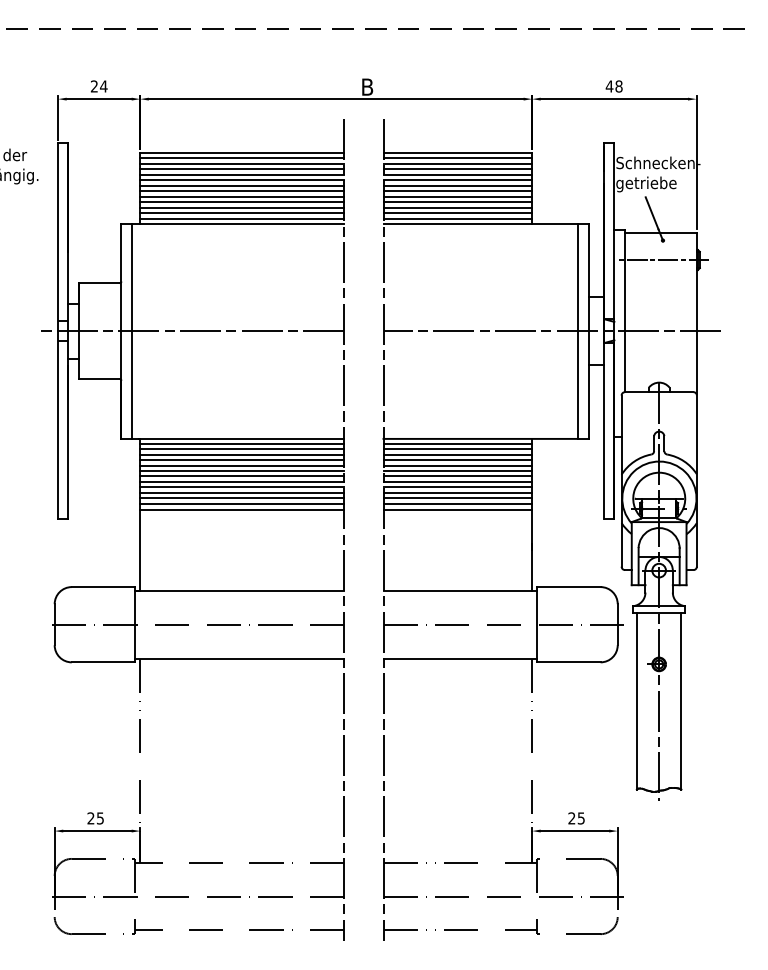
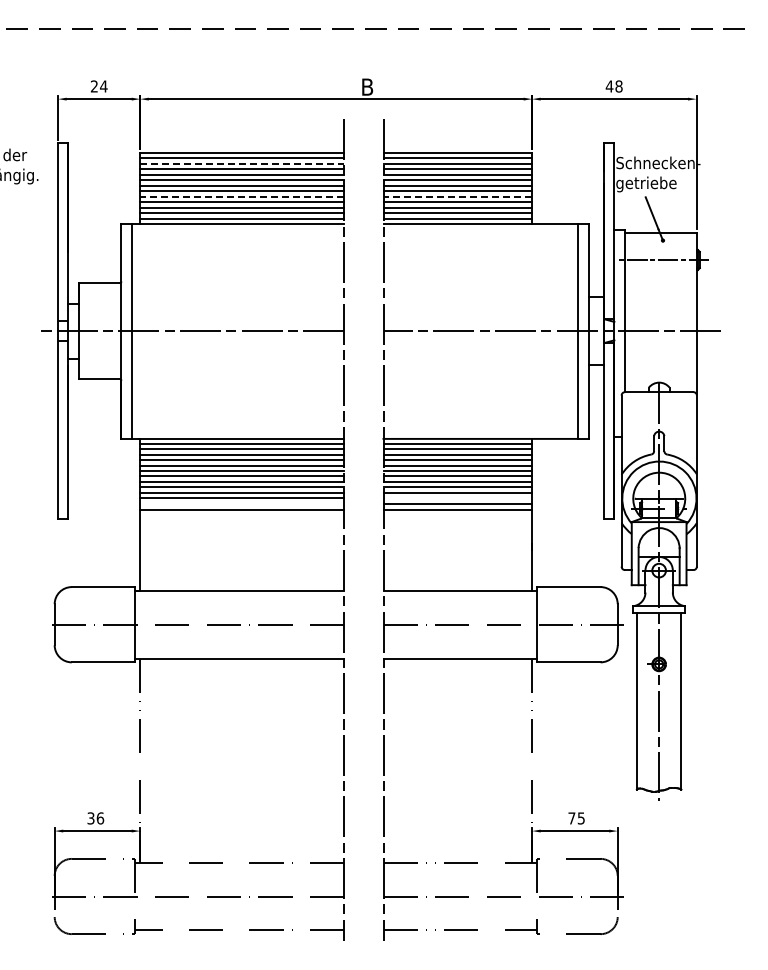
line at (242, 163): solid -> dashed
line at (242, 196): solid -> dashed
line at (457, 196): solid -> dashed
line at (457, 498): present -> none
line at (242, 503): present -> none
text at (95, 818): 25 -> 36
text at (571, 818): 25 -> 75
